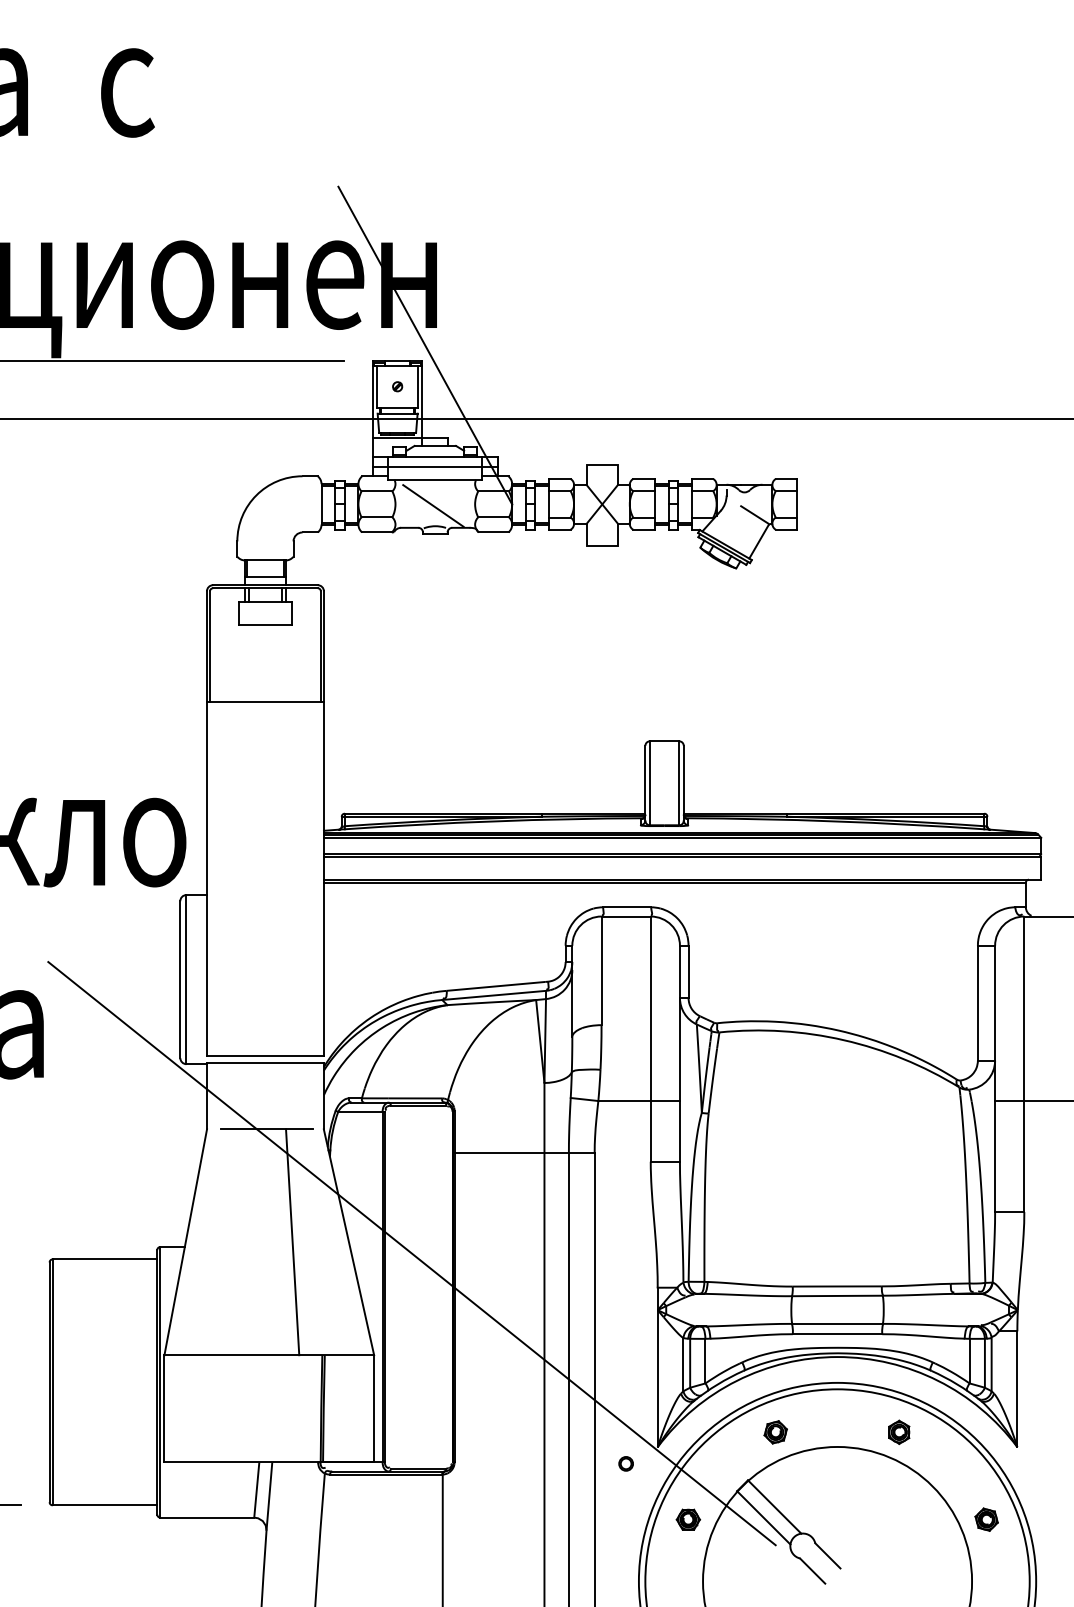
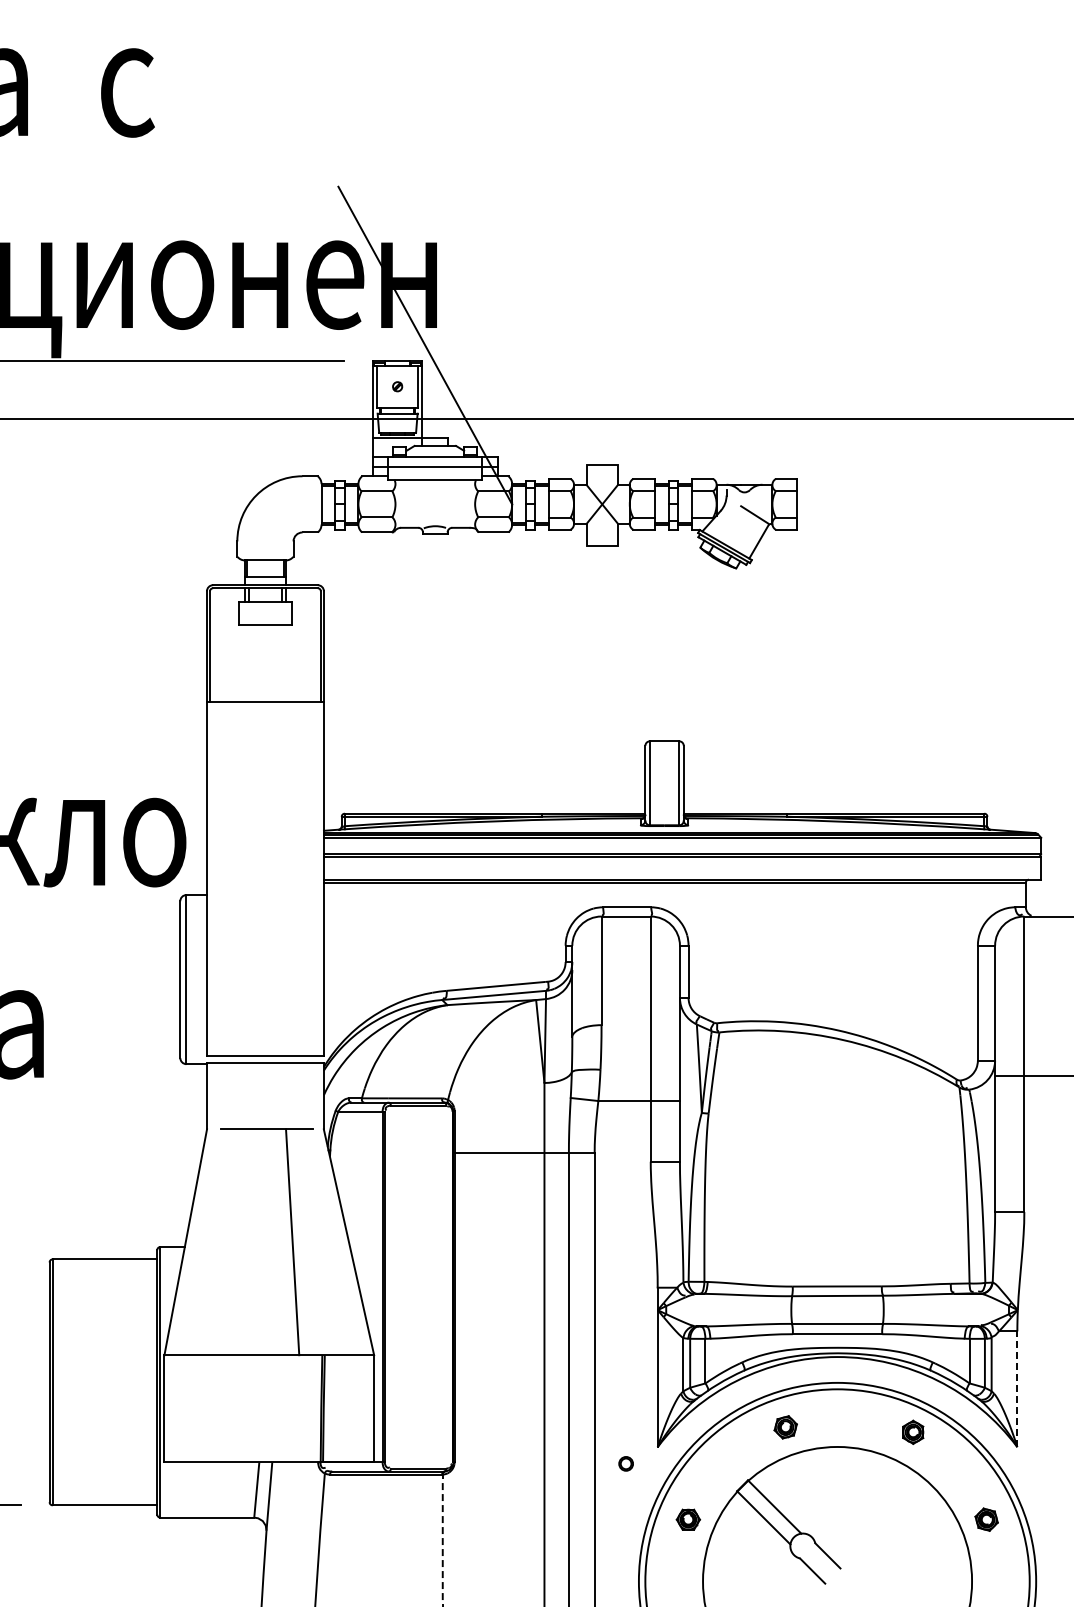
line at (433, 505): present -> none
line at (1032, 1101) position: (1032, 1101) -> (1032, 1076)
line at (411, 1253): present -> none
line at (1017, 1389): solid -> dashed
part at (899, 1431) position: (899, 1431) -> (913, 1431)
part at (775, 1432) position: (775, 1432) -> (785, 1427)
line at (442, 1540): solid -> dashed
